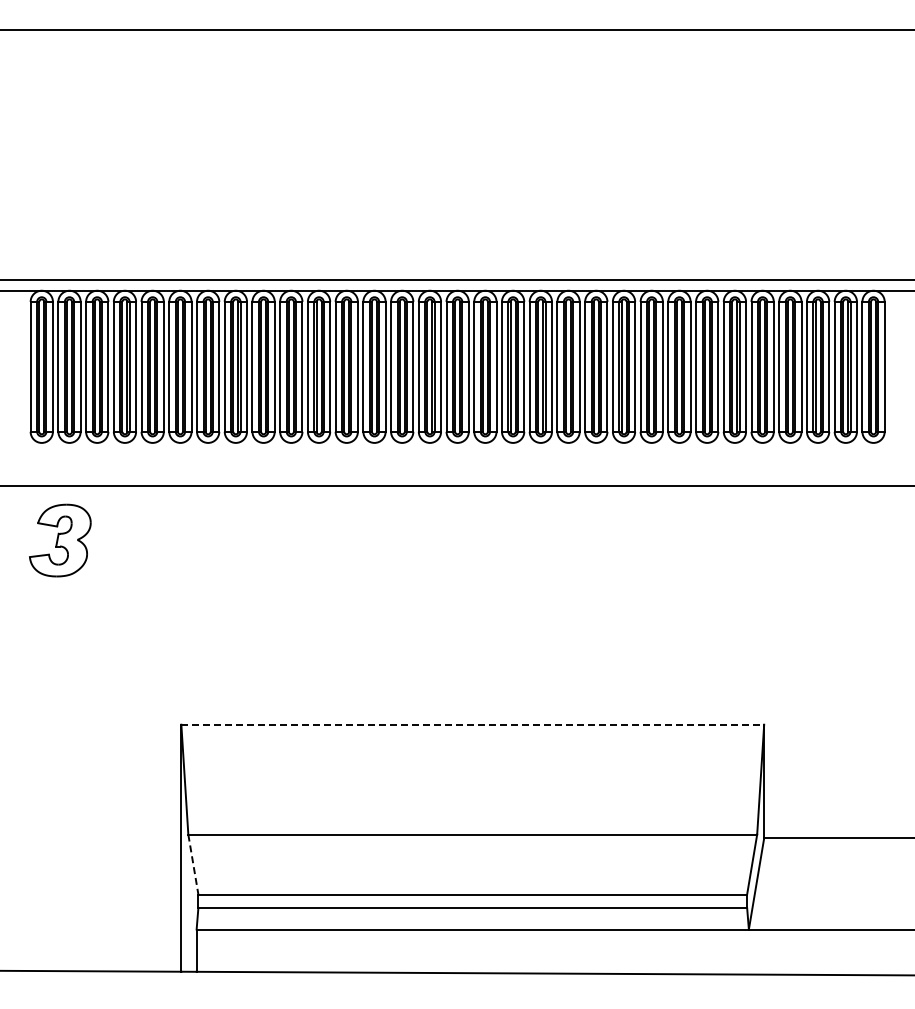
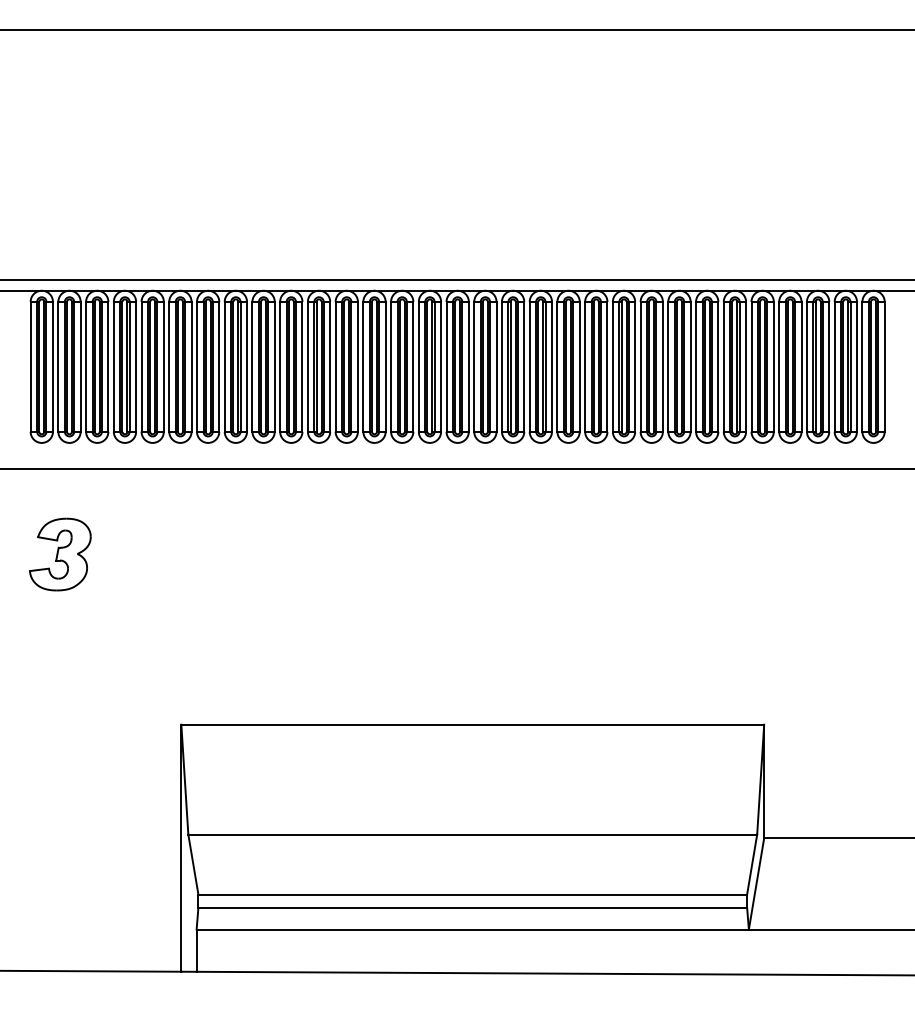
line at (456, 485) position: (456, 485) -> (456, 468)
part at (60, 540) position: (60, 540) -> (60, 554)
line at (473, 724): dashed -> solid
line at (193, 865): dashed -> solid
